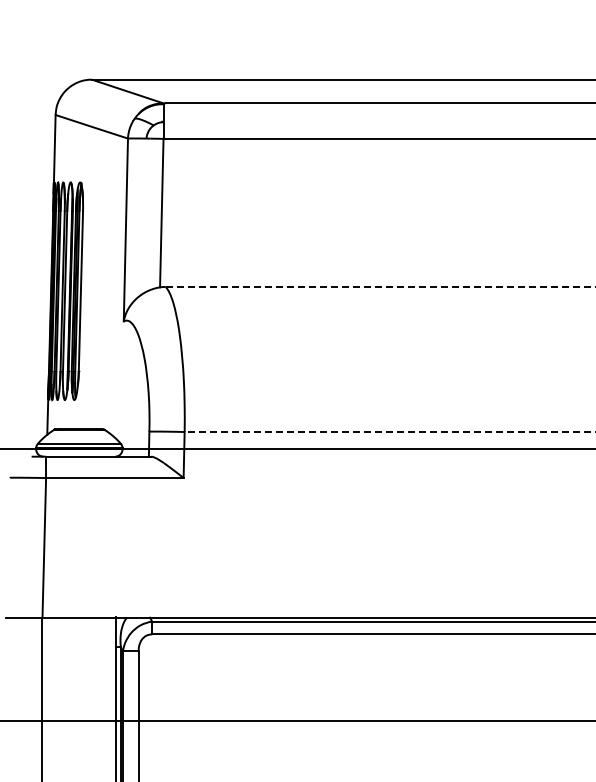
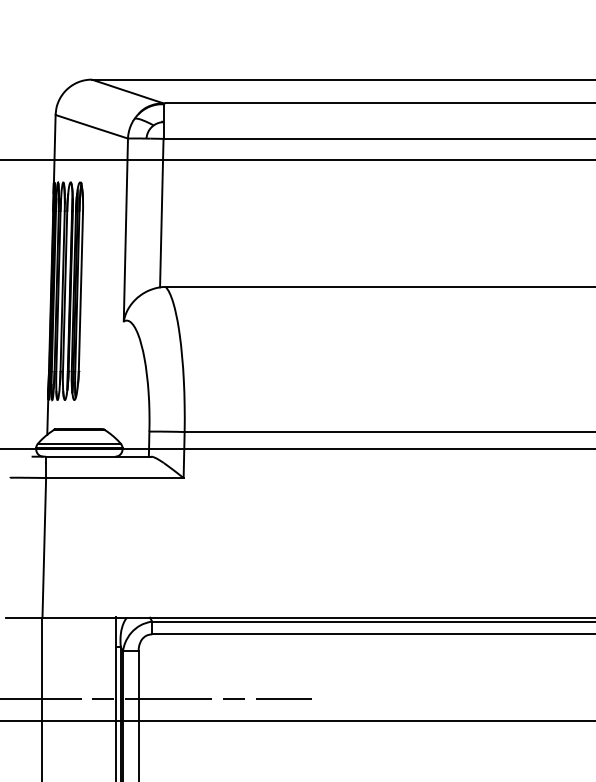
line at (297, 159): none -> present
line at (380, 286): dashed -> solid
line at (389, 432): dashed -> solid
line at (156, 699): none -> present
